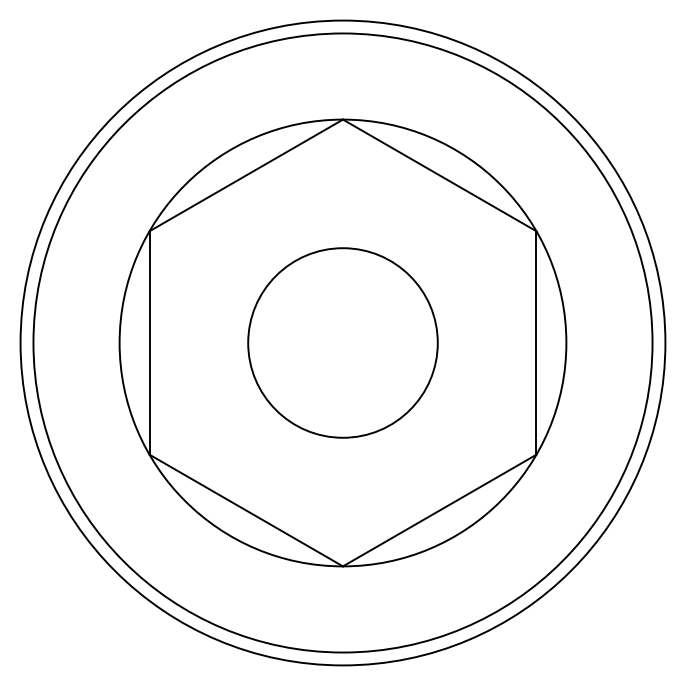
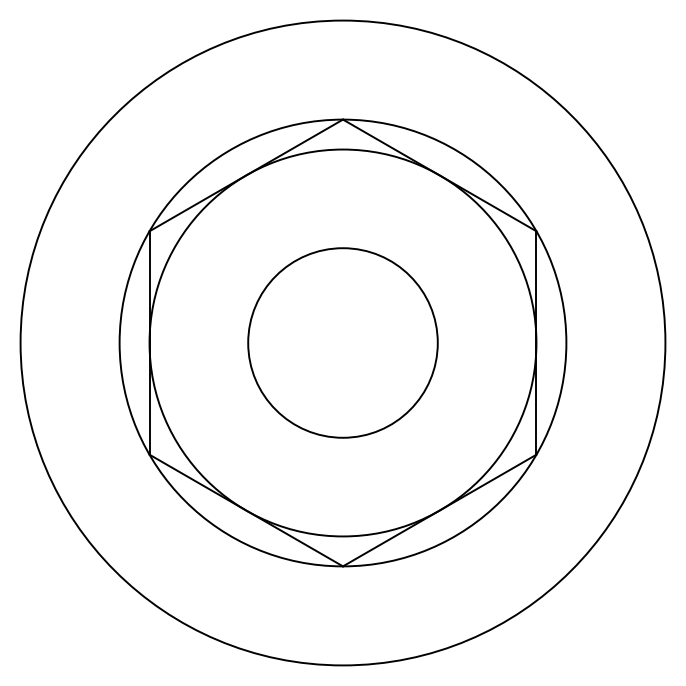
circle at (342, 342) diameter: 619 px -> 387 px
